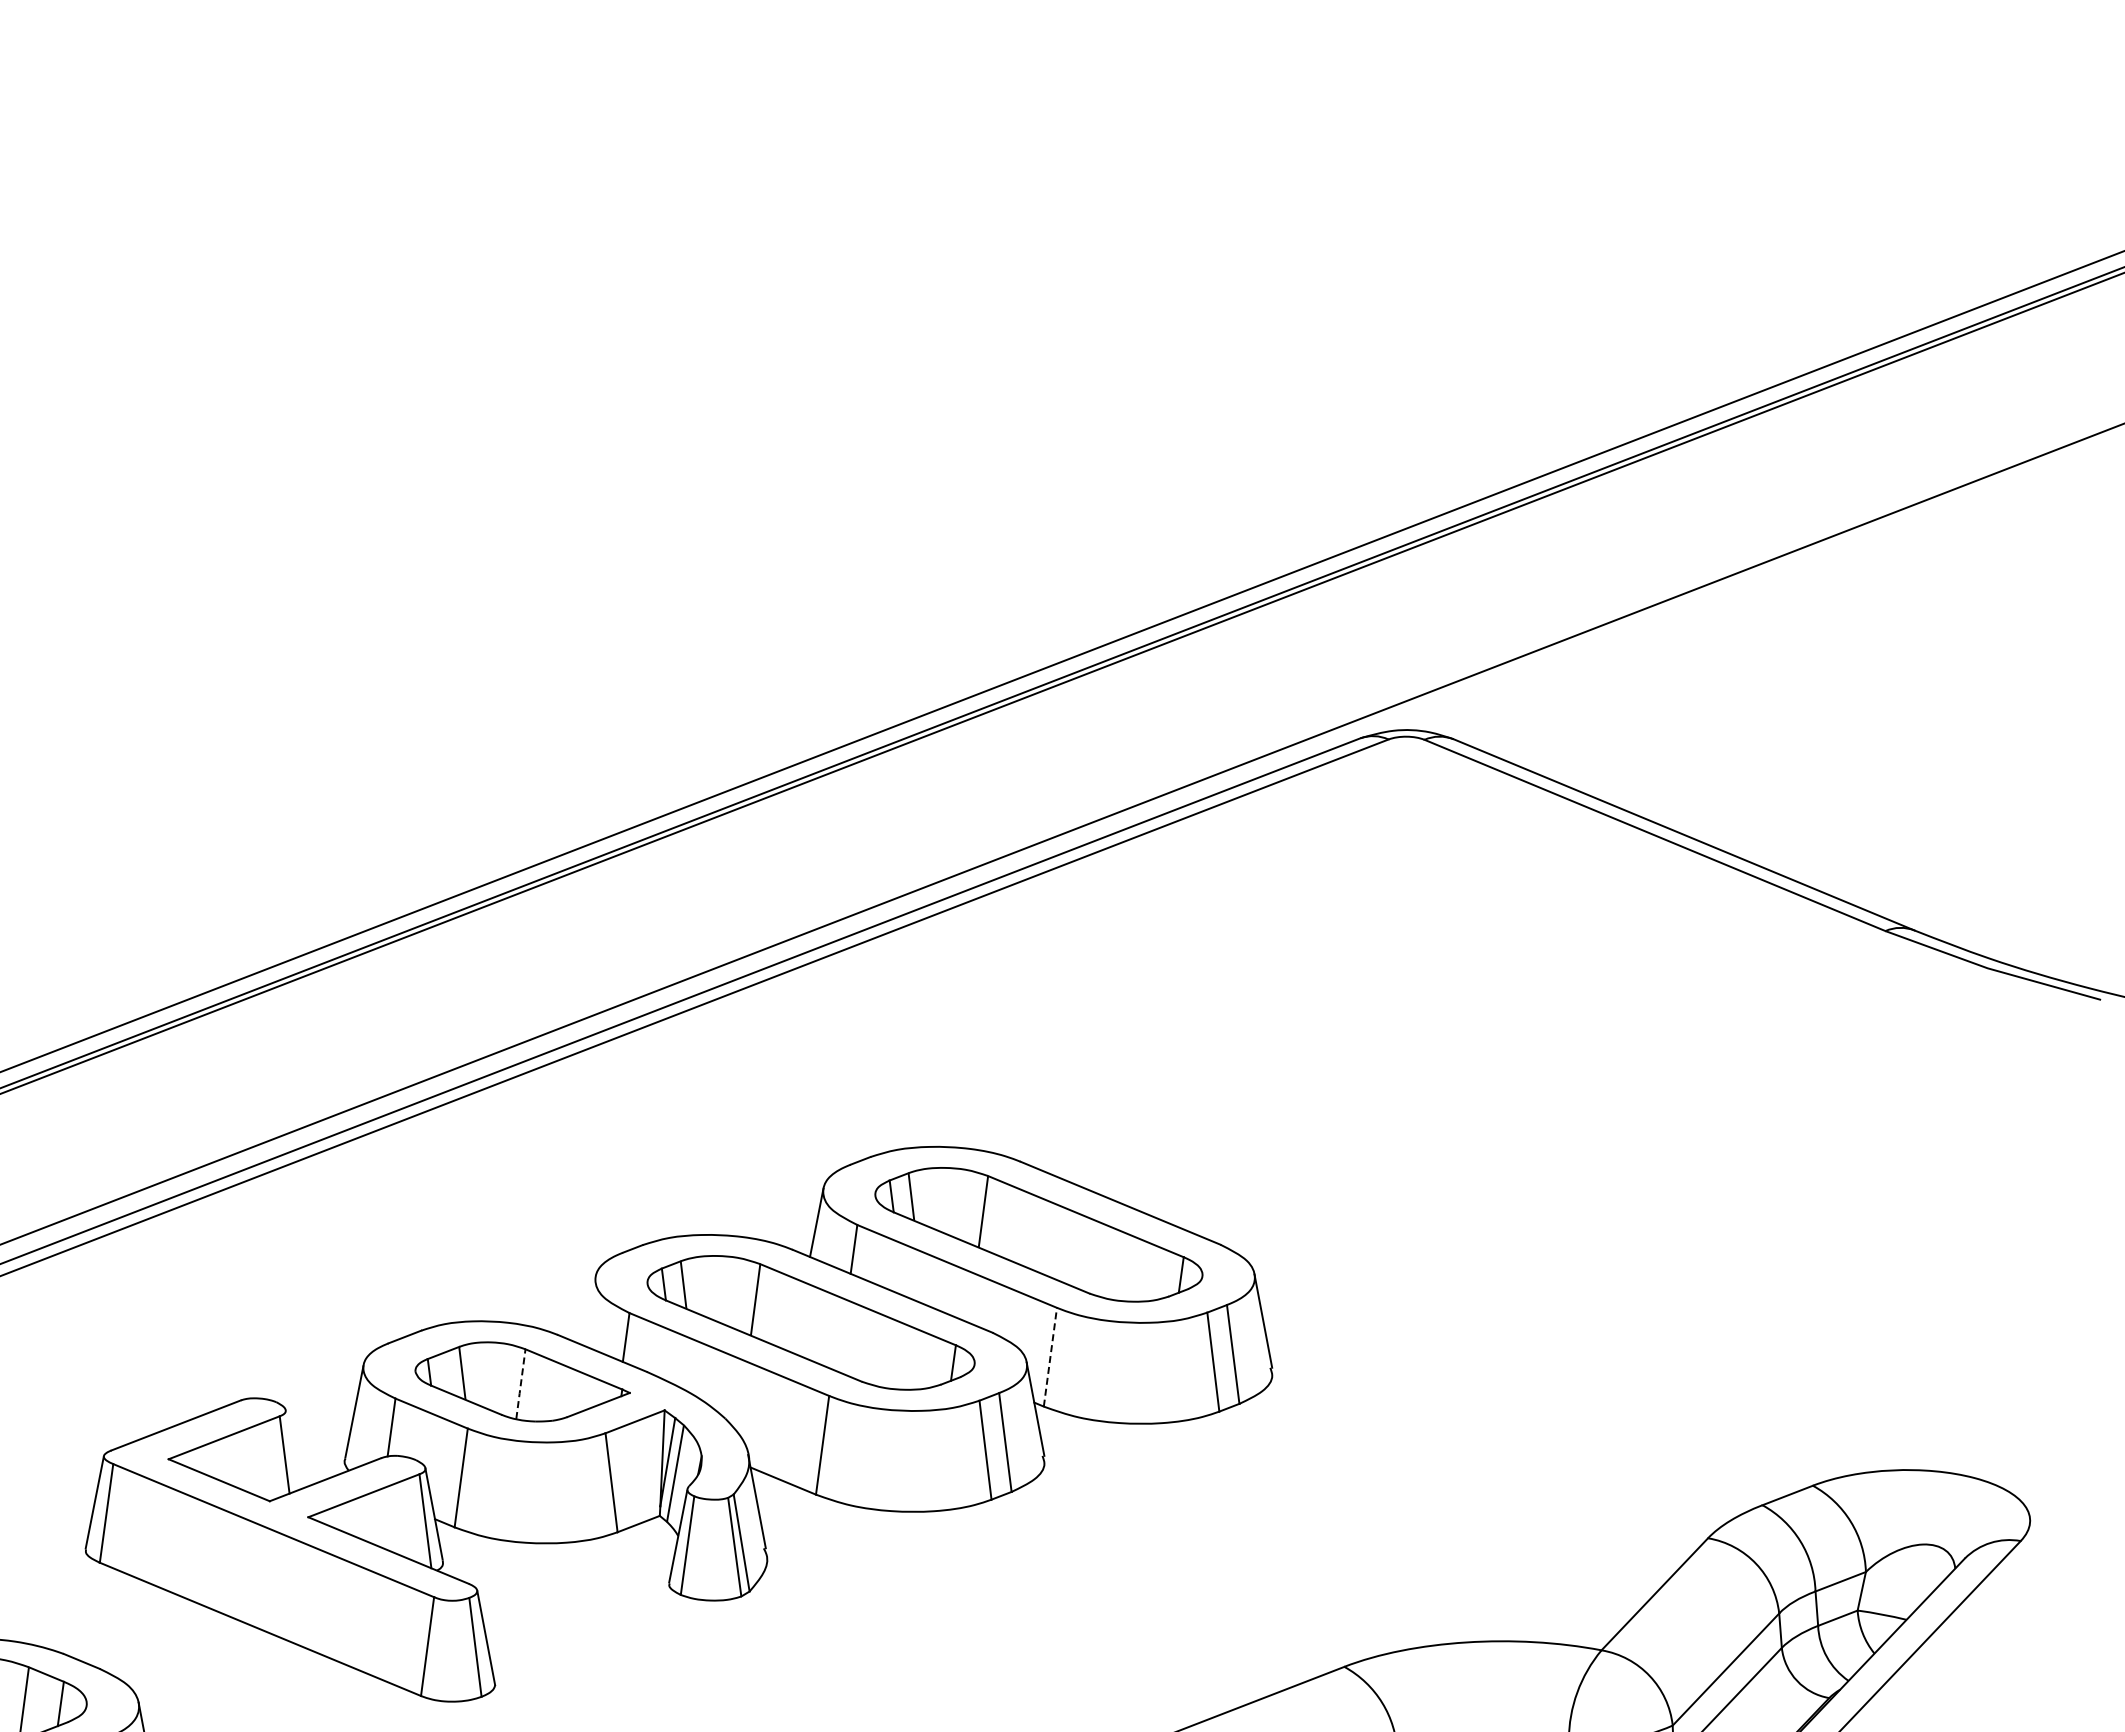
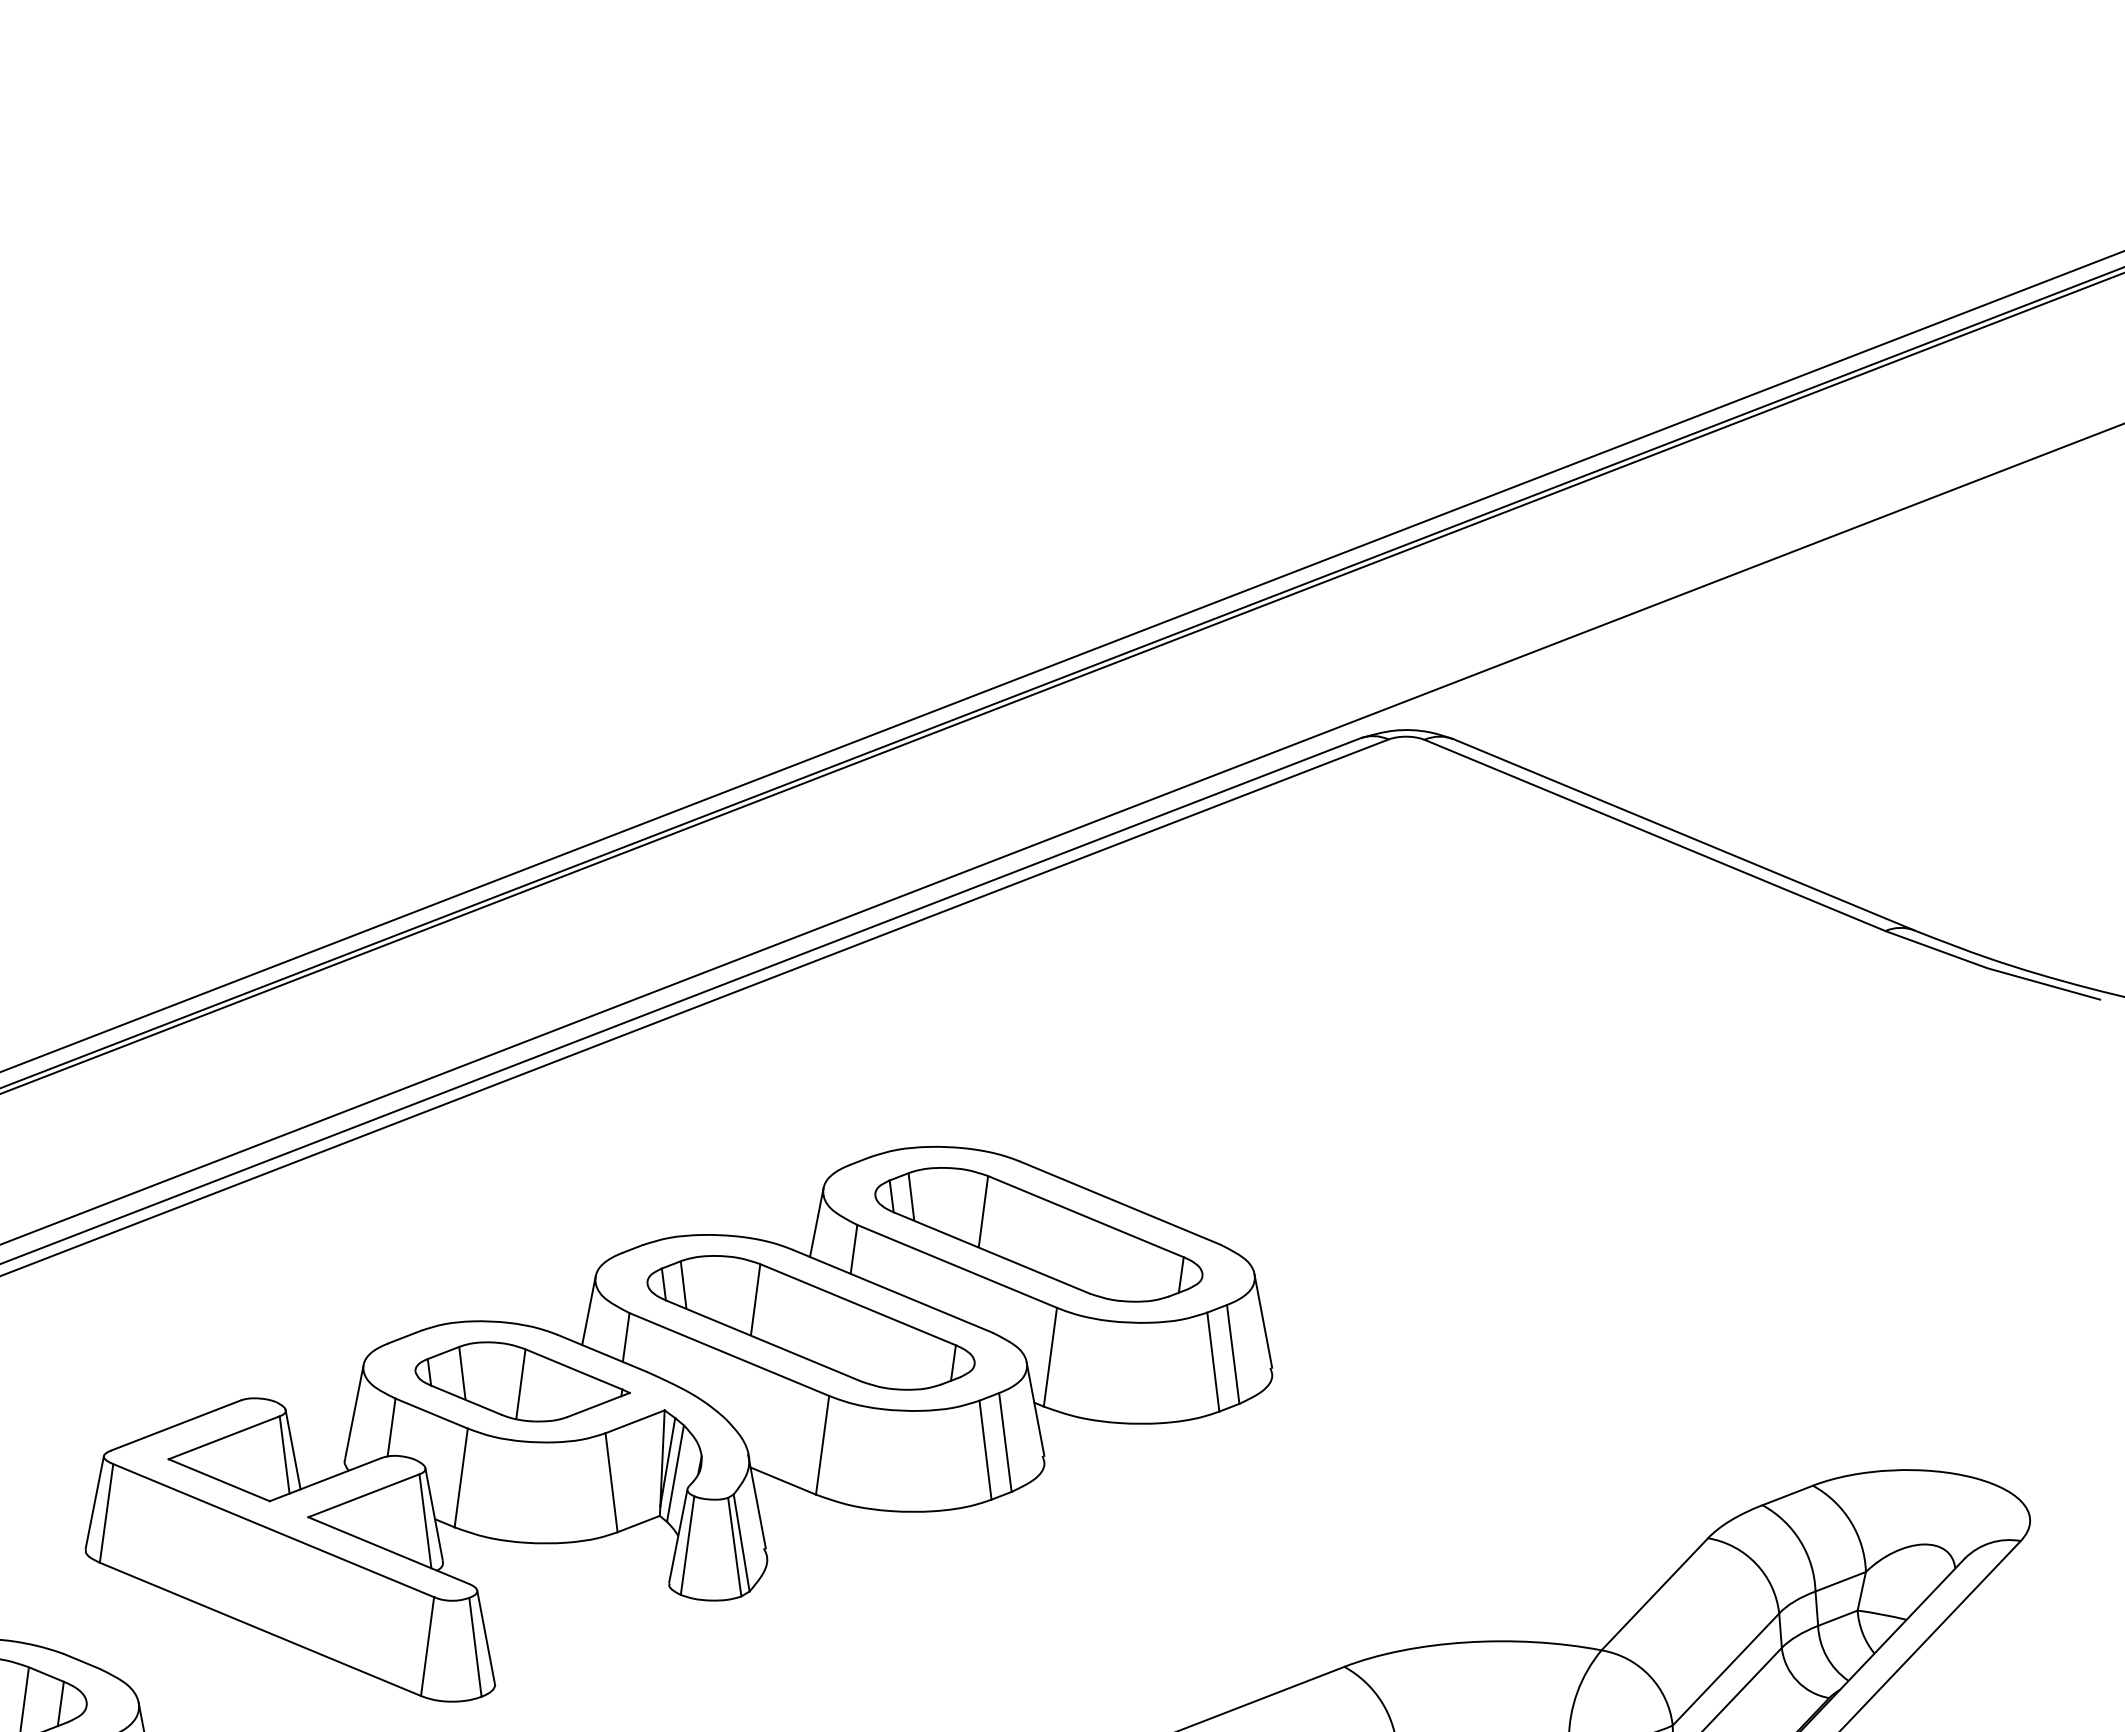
line at (588, 1310): none -> present
line at (1050, 1357): dashed -> solid
line at (520, 1384): dashed -> solid
line at (292, 1449): none -> present
